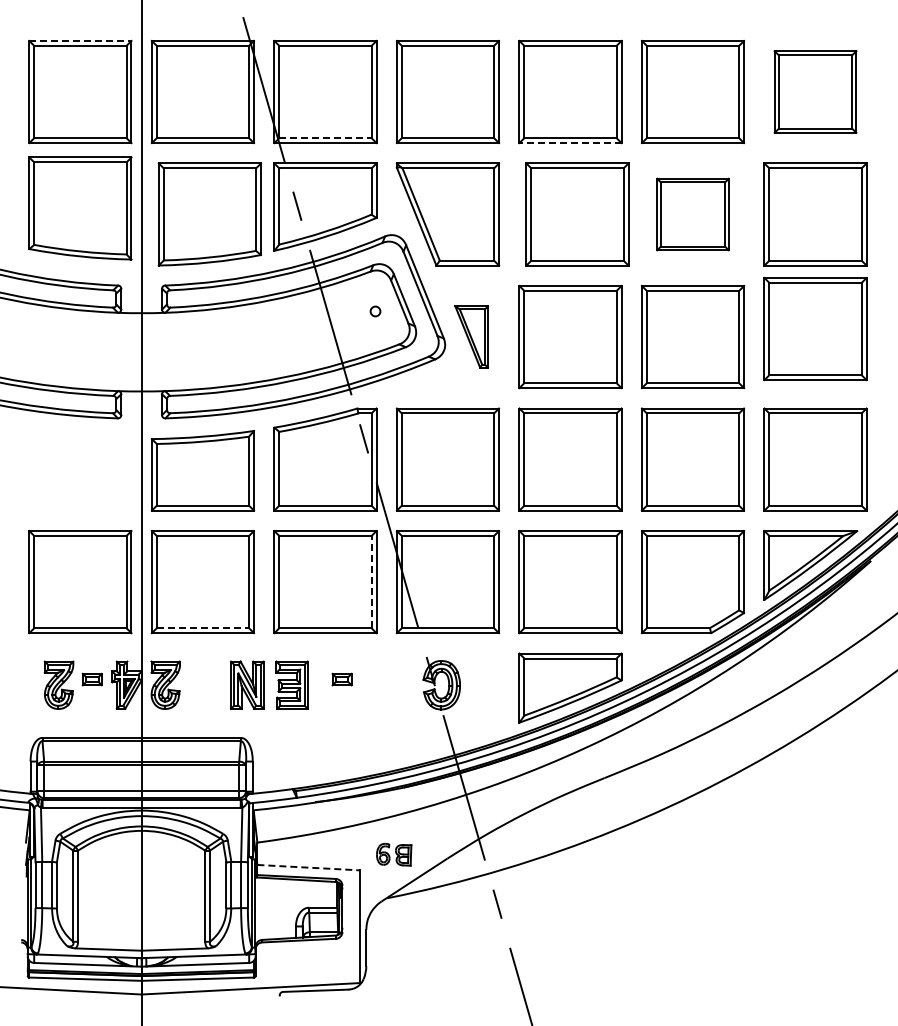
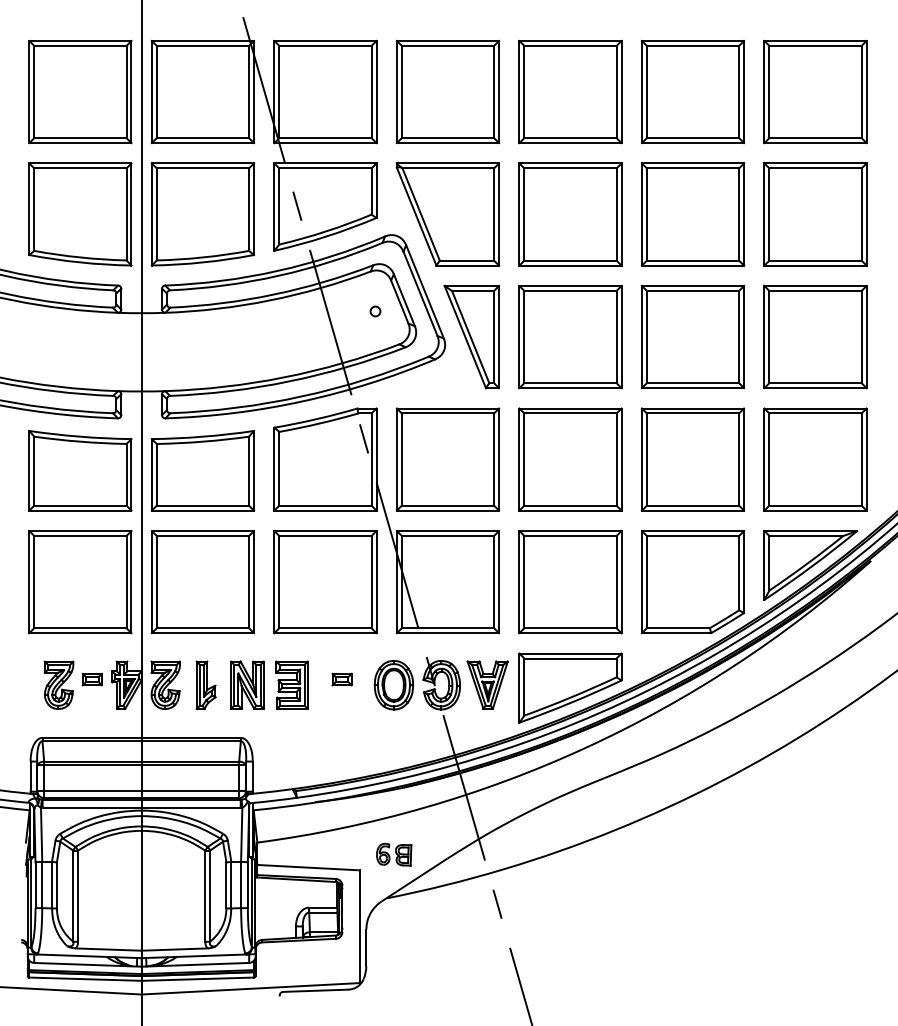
line at (80, 40): dashed -> solid
part at (815, 91) size: 85x84 px -> 105x106 px
line at (325, 138): dashed -> solid
line at (570, 143): dashed -> solid
part at (80, 208) position: (80, 208) -> (80, 214)
part at (209, 214) position: (209, 214) -> (202, 214)
part at (577, 214) position: (577, 214) -> (570, 214)
part at (692, 214) size: 74x75 px -> 106x105 px
part at (815, 329) position: (815, 329) -> (815, 337)
part at (471, 336) size: 36x64 px -> 57x106 px
part at (80, 470): none -> present
line at (371, 581): dashed -> solid
line at (203, 628): dashed -> solid
part at (205, 684): none -> present
part at (487, 684): none -> present
part at (393, 685): none -> present
line at (308, 867): dashed -> solid
